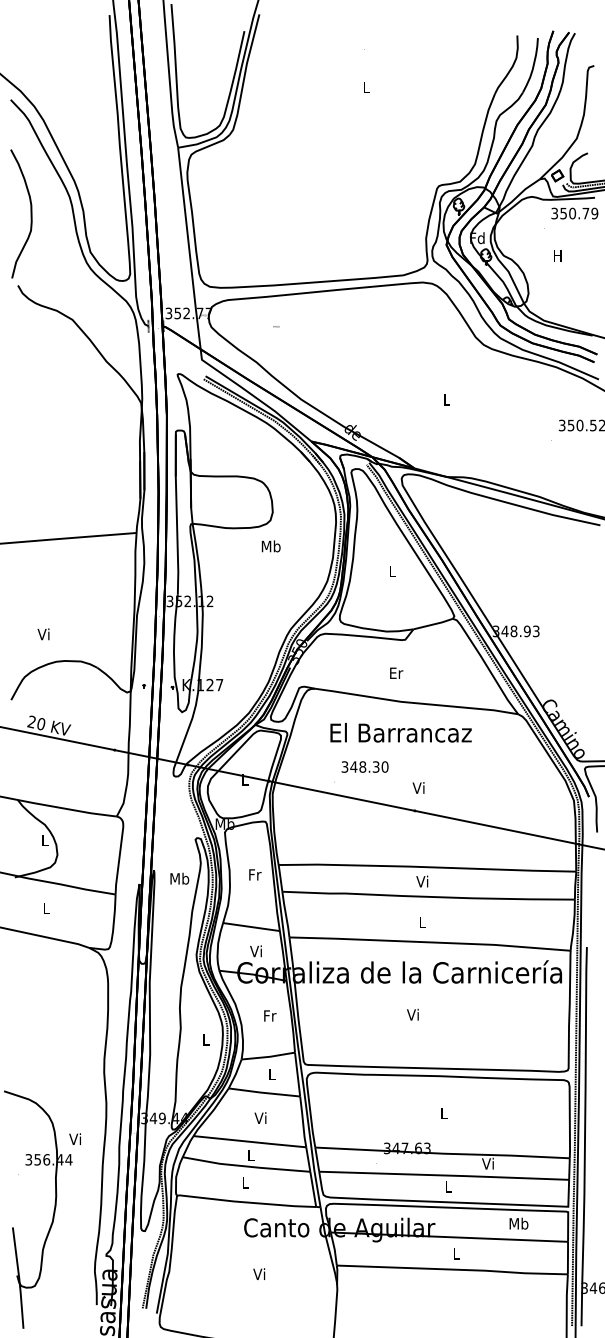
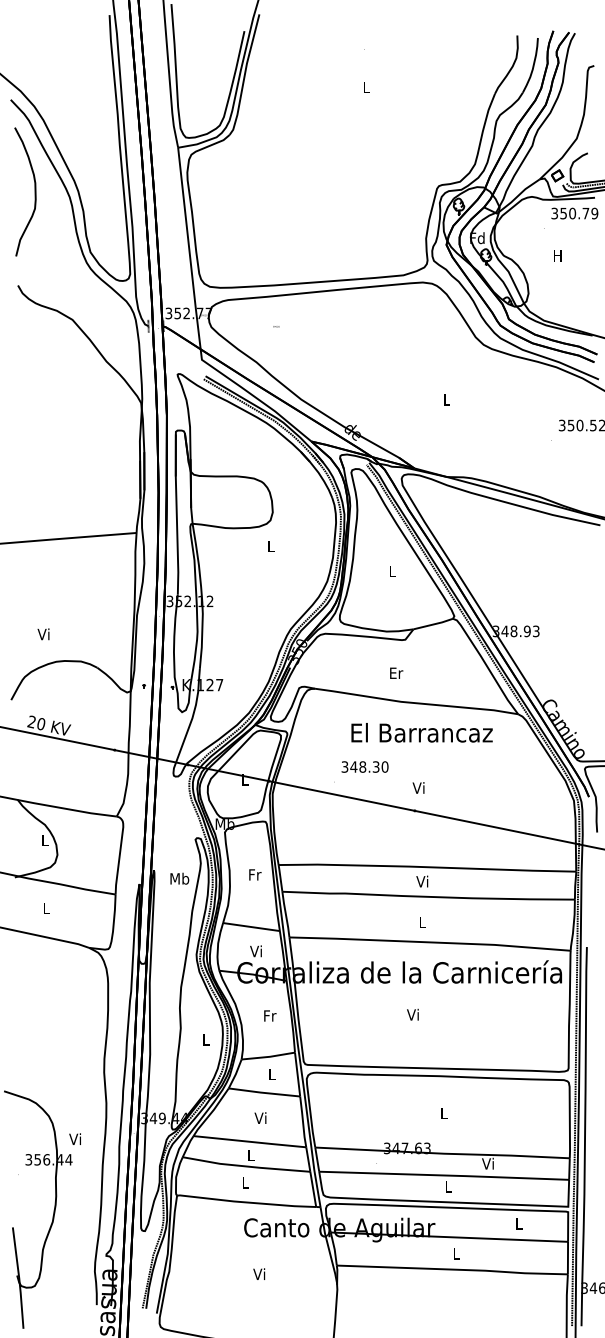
curve at (30, 213) position: (30, 213) -> (34, 191)
text at (270, 546): Mb -> L
text at (400, 732) position: (400, 732) -> (421, 732)
text at (518, 1223): Mb -> L
